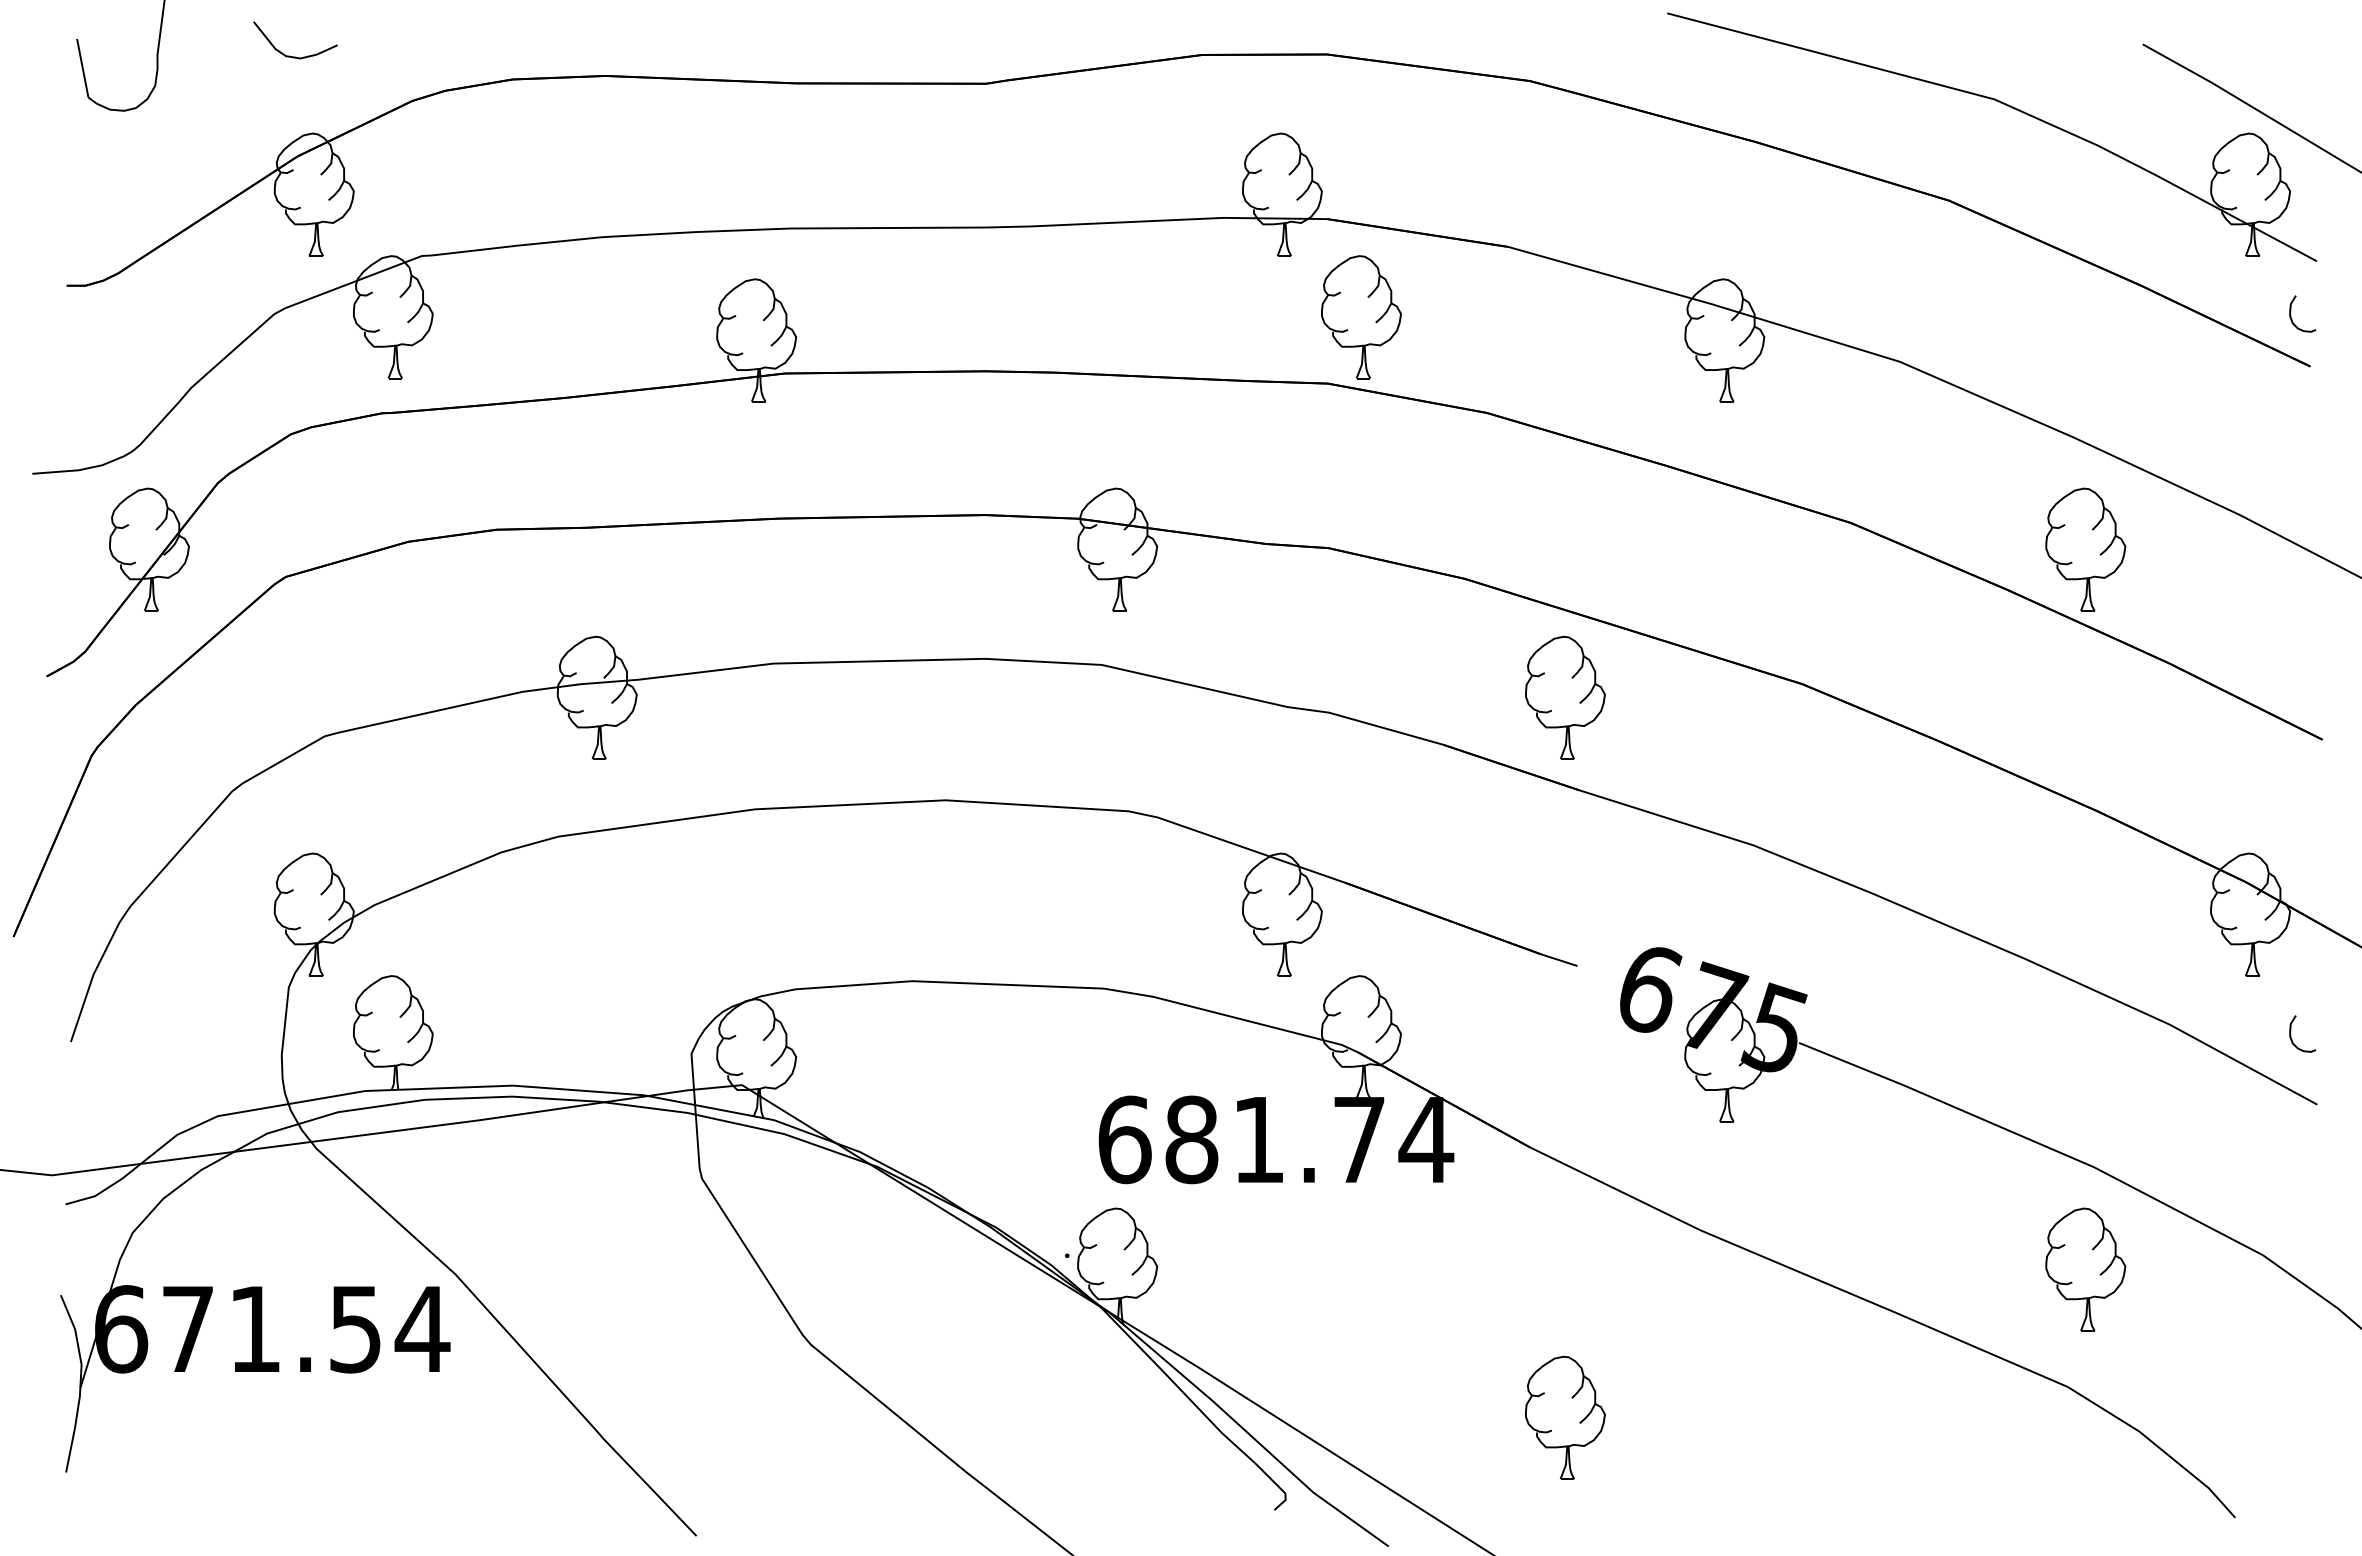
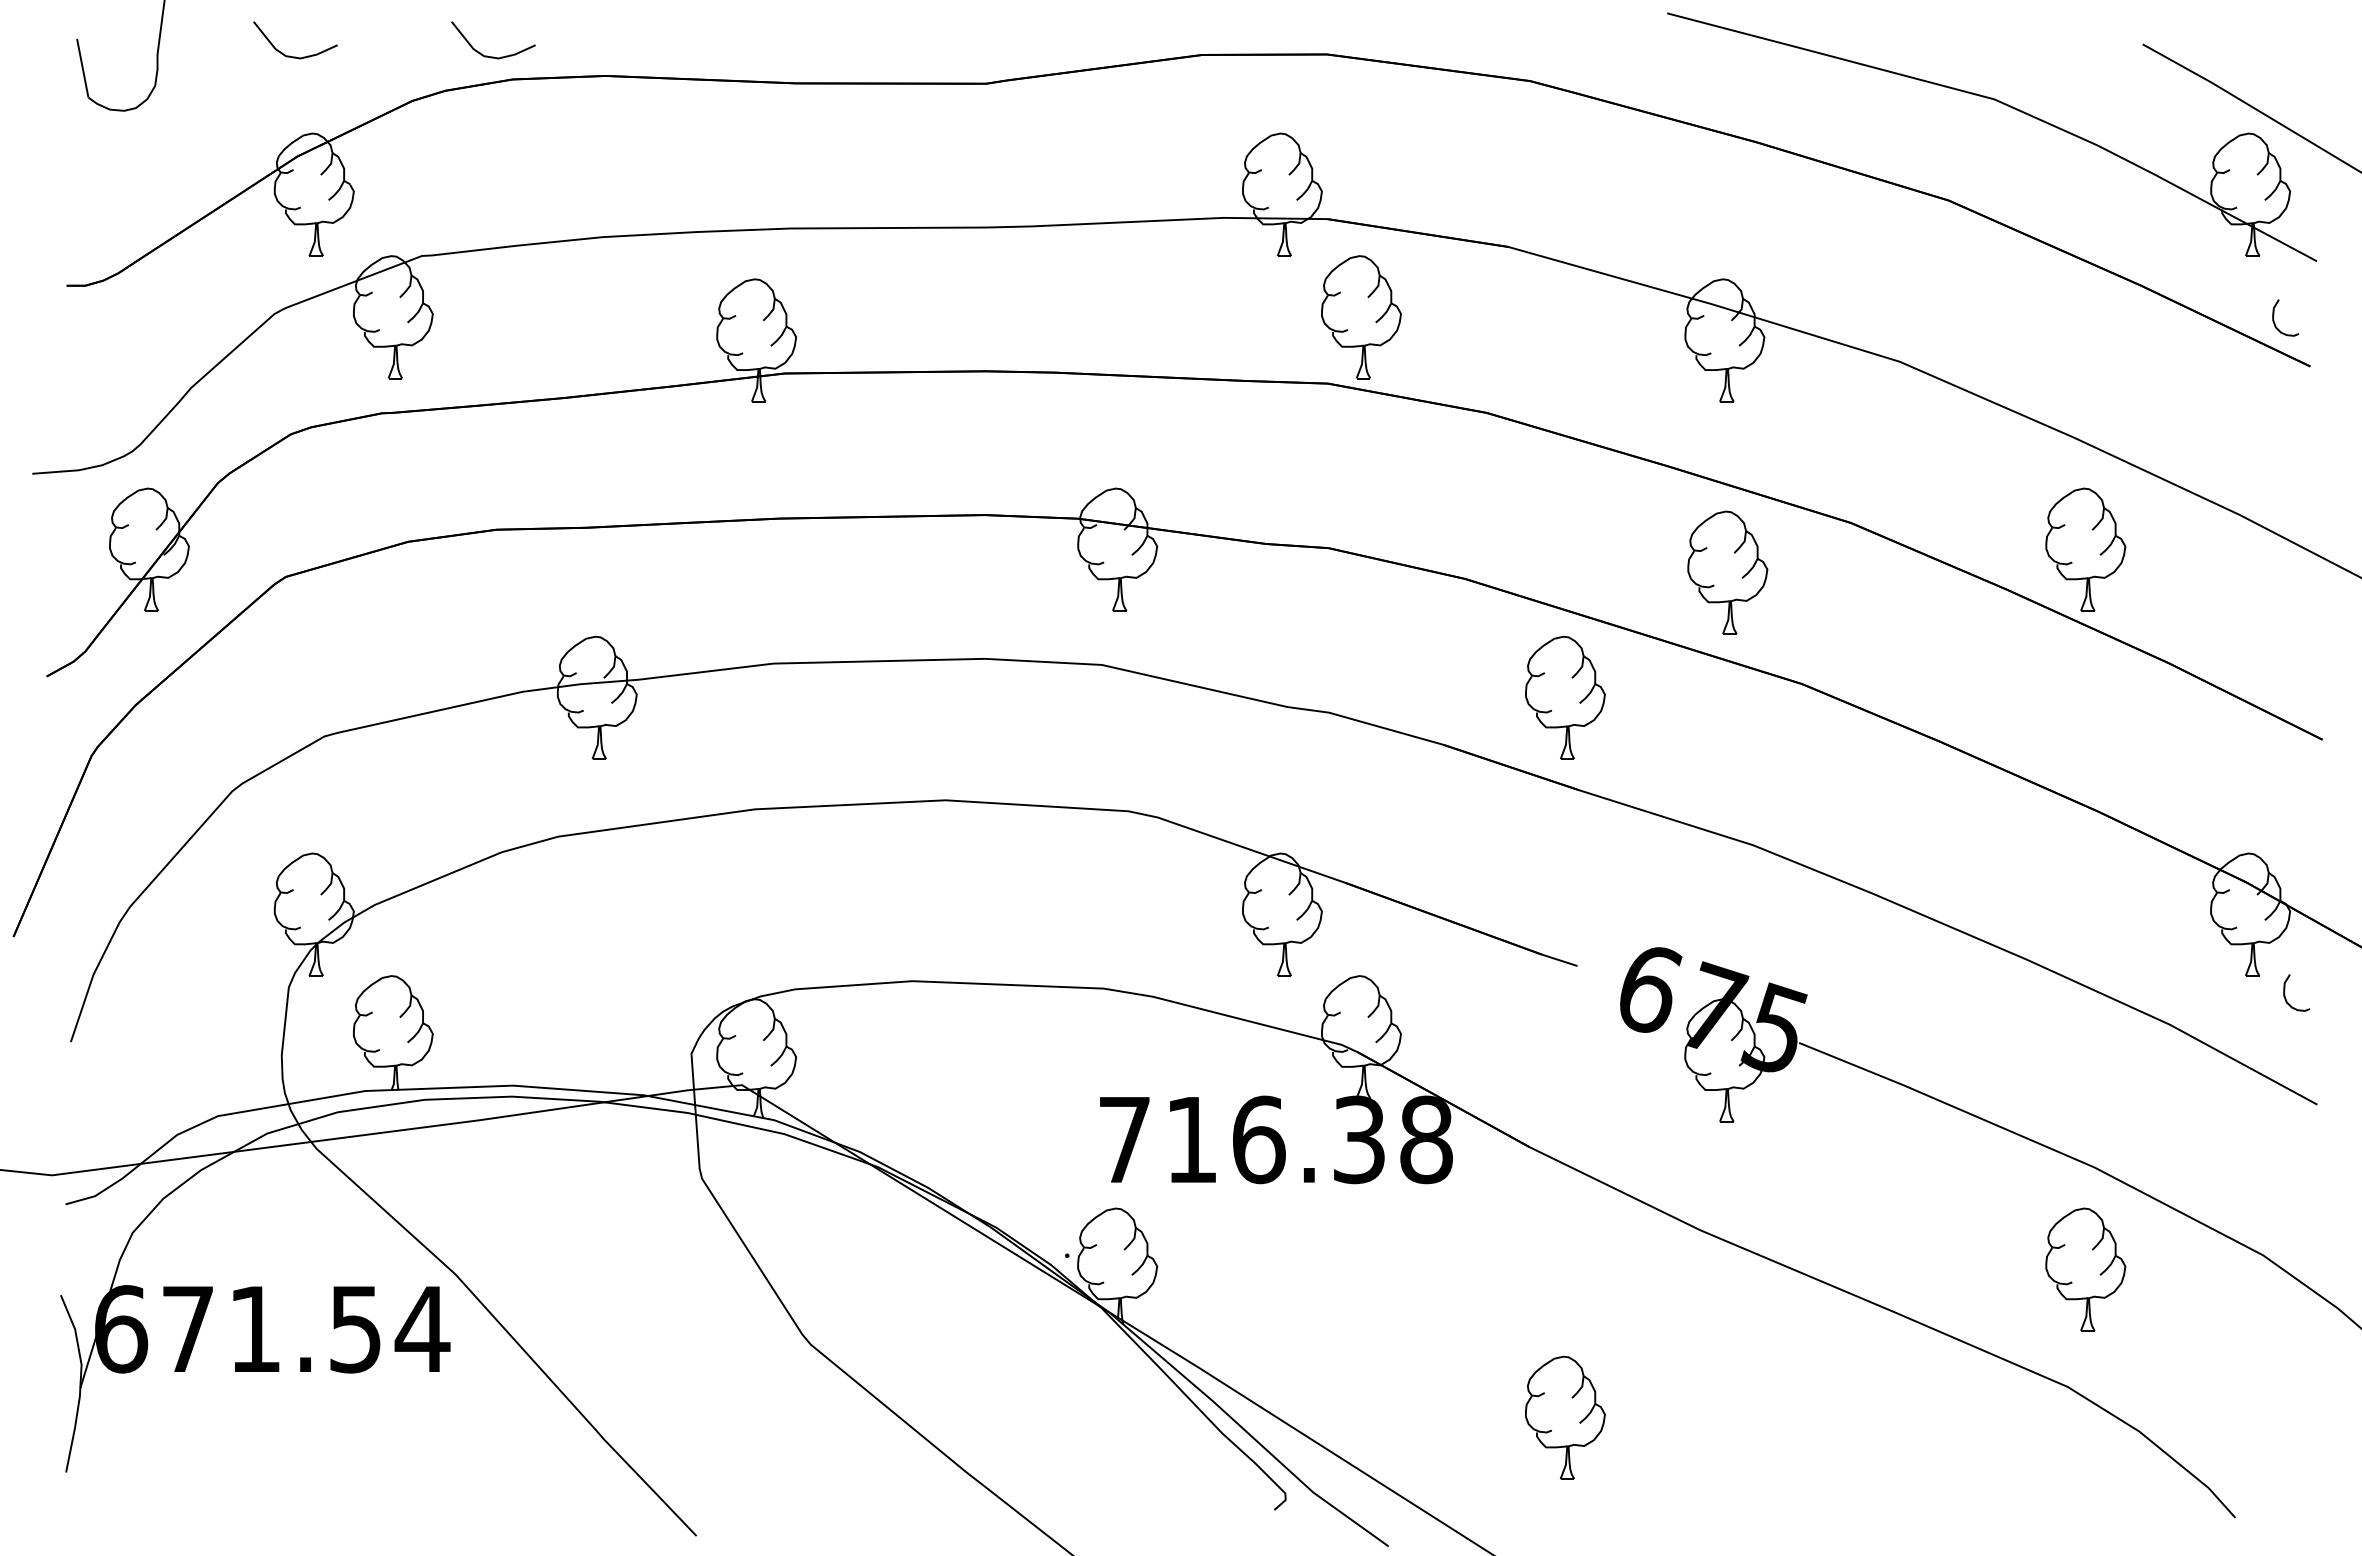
curve at (493, 56): none -> present
curve at (2291, 313) position: (2291, 313) -> (2274, 317)
part at (1727, 572): none -> present
curve at (2291, 1033) position: (2291, 1033) -> (2285, 992)
text at (1276, 1139): 681.74 -> 716.38
